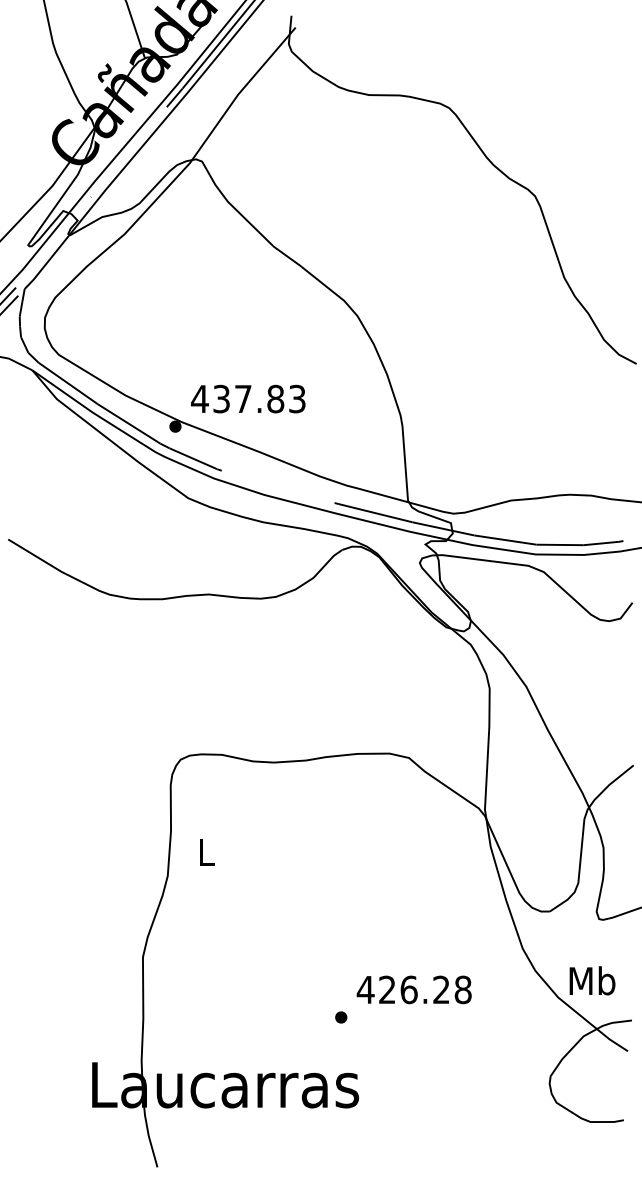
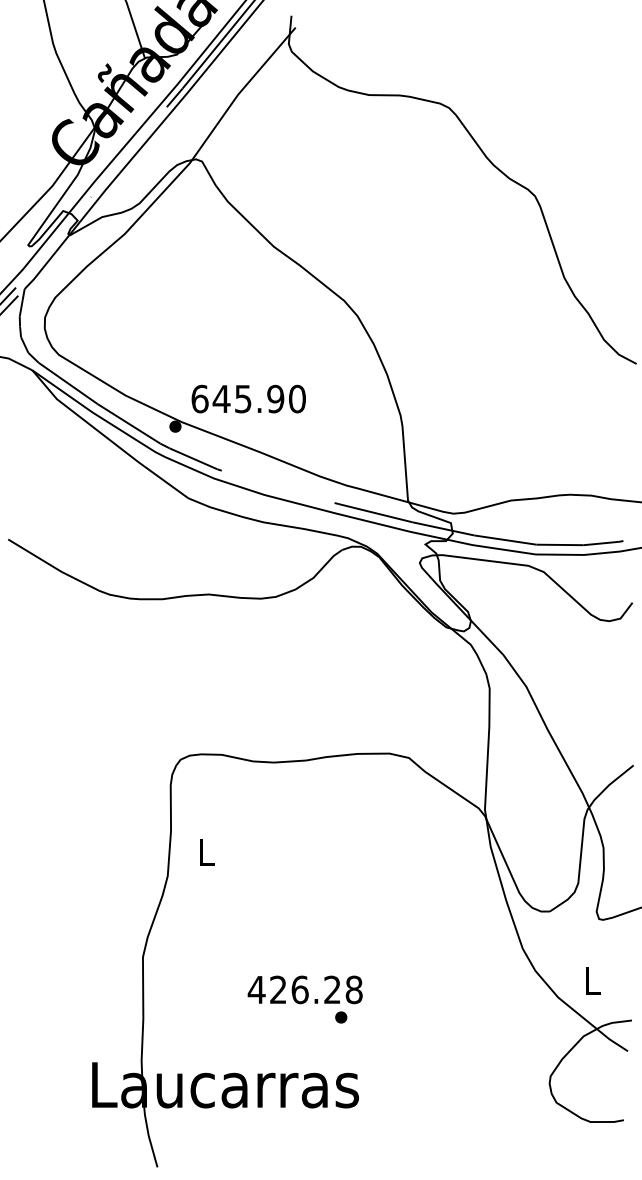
text at (248, 398): 437.83 -> 645.90
text at (592, 980): Mb -> L
text at (413, 989) position: (413, 989) -> (304, 989)
